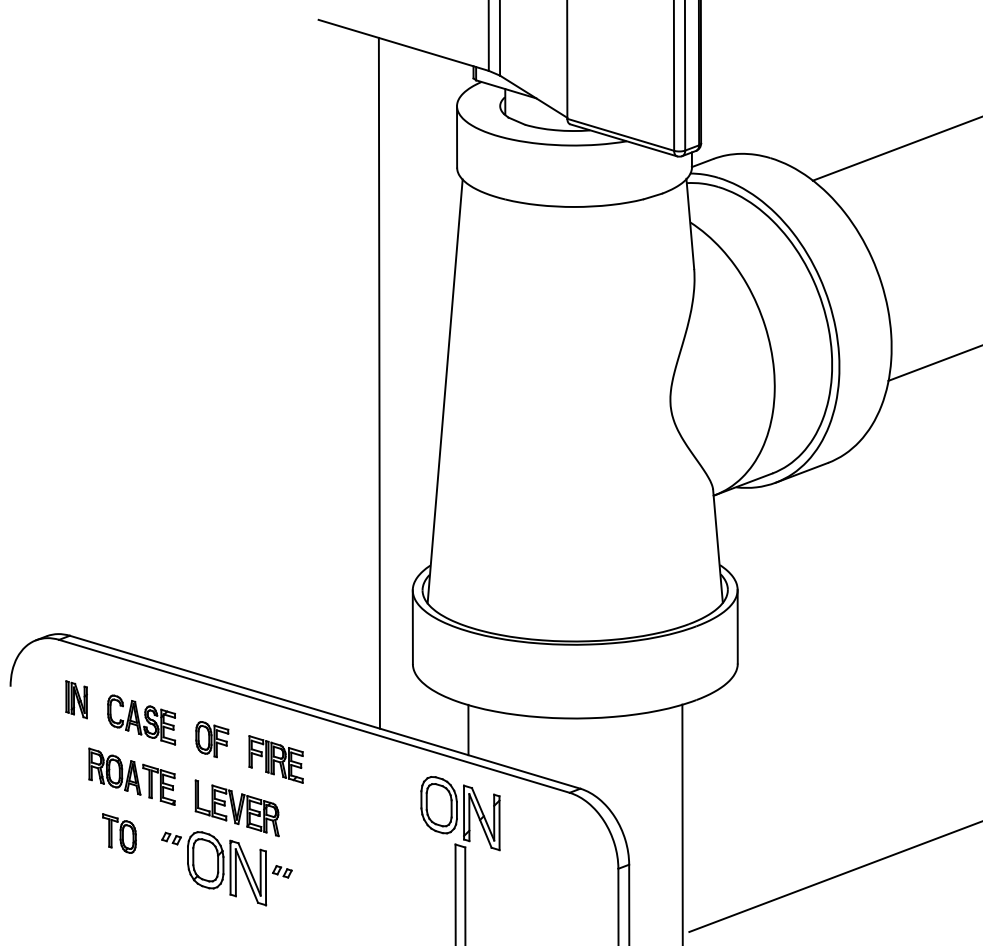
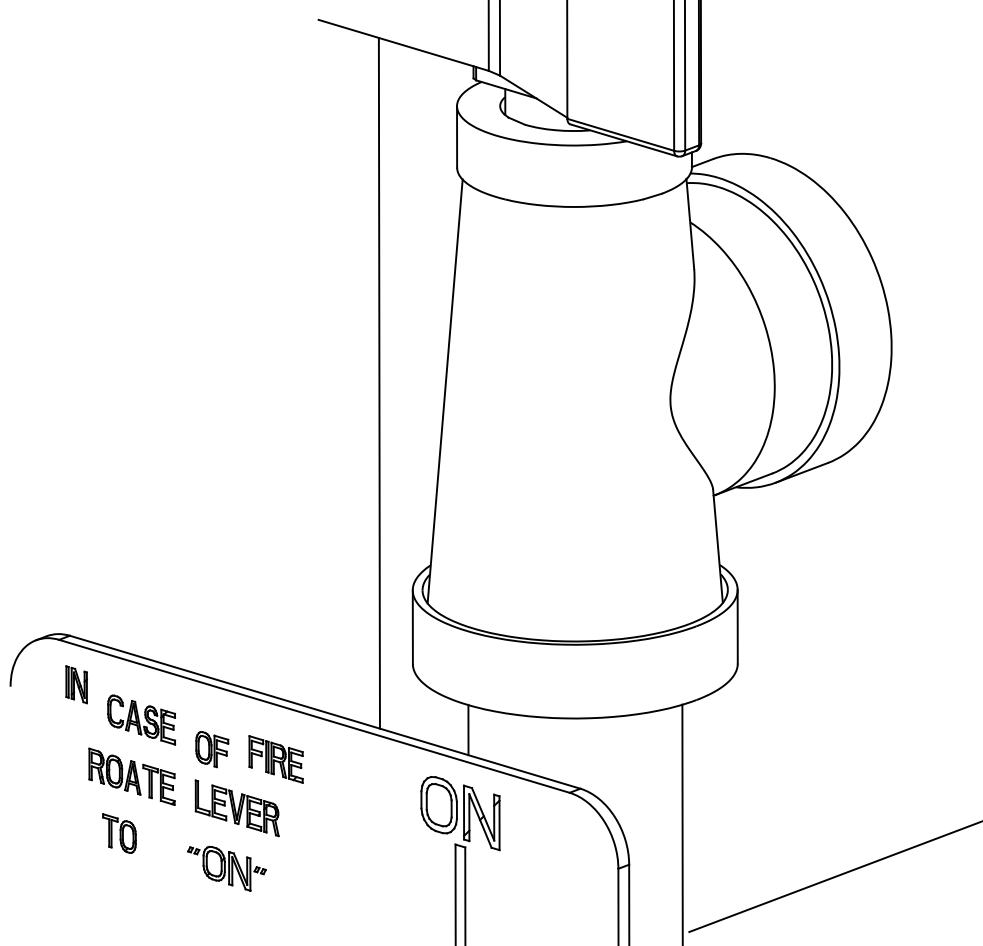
line at (895, 148): present -> none
line at (933, 363): present -> none
part at (76, 699) position: (76, 699) -> (76, 684)
part at (212, 739) position: (212, 739) -> (212, 749)
part at (226, 868) size: 132x76 px -> 80x47 px
